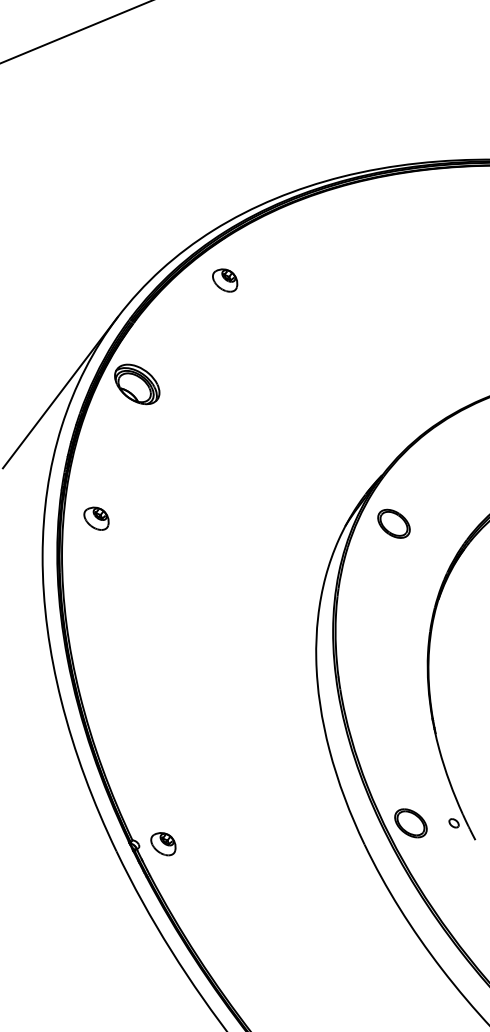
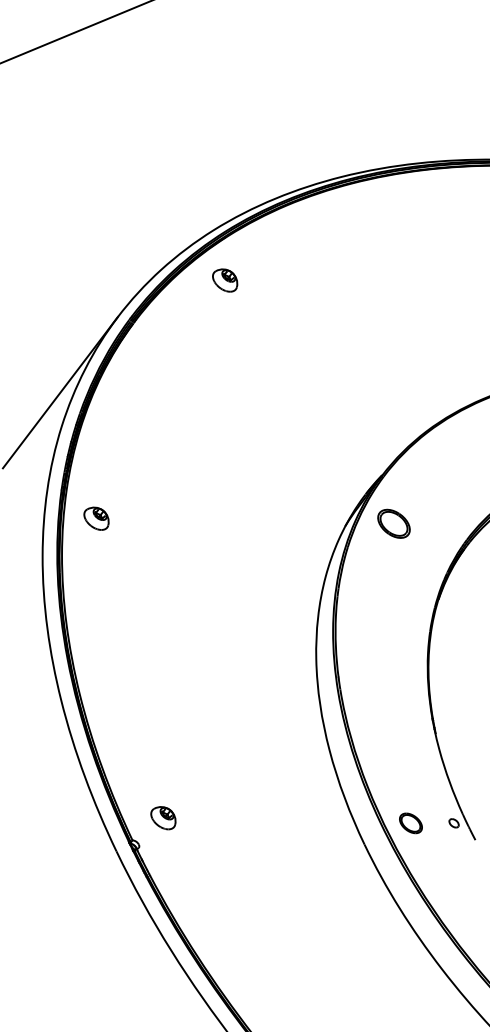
part at (137, 384): present -> none
part at (410, 823) size: 34x31 px -> 24x23 px
part at (163, 844) position: (163, 844) -> (163, 818)
